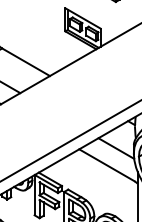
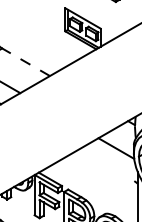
line at (26, 62): solid -> dashed
line at (70, 140): present -> none
line at (106, 165): present -> none
